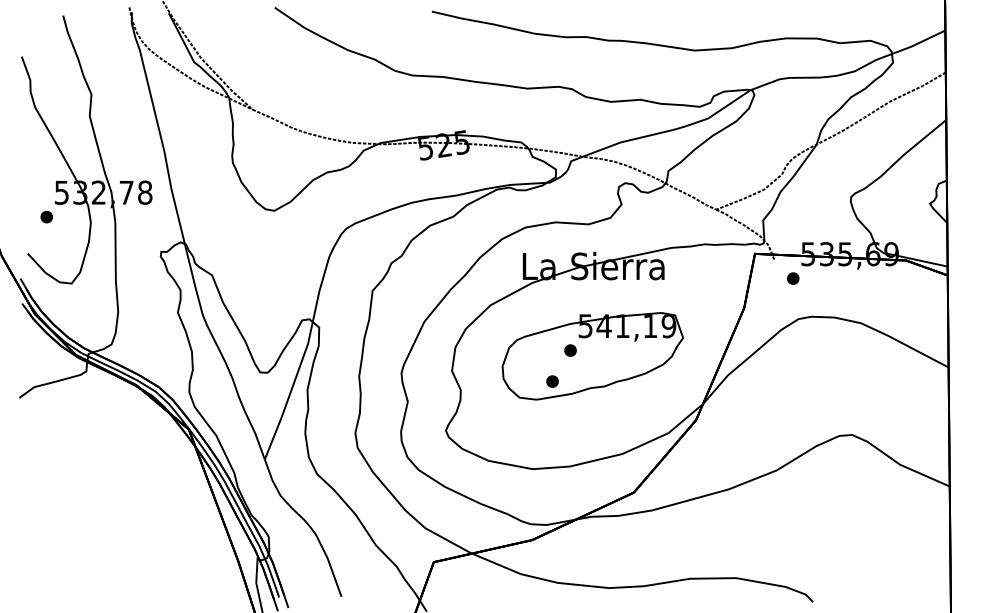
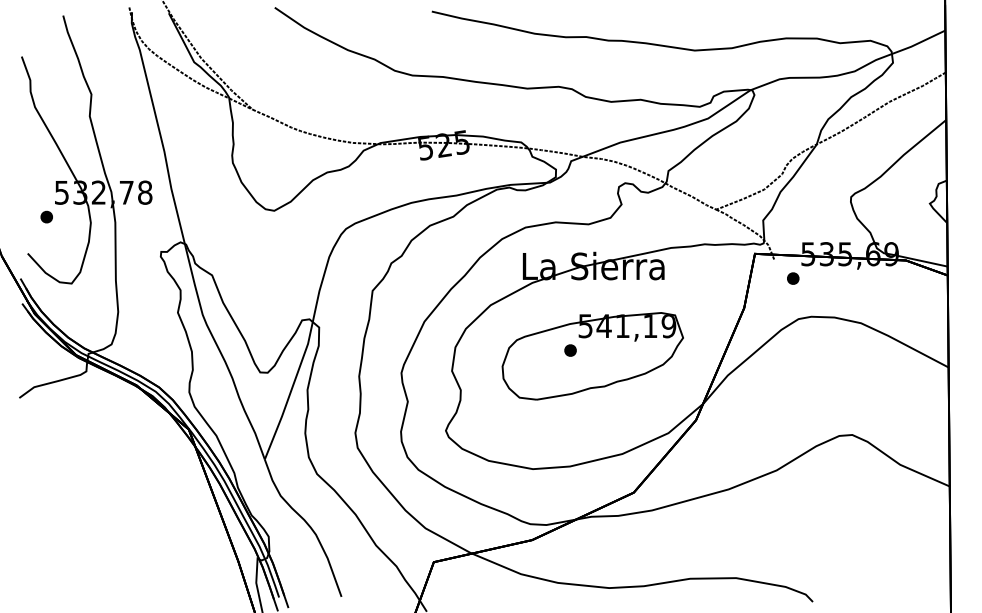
part at (552, 381): present -> none
